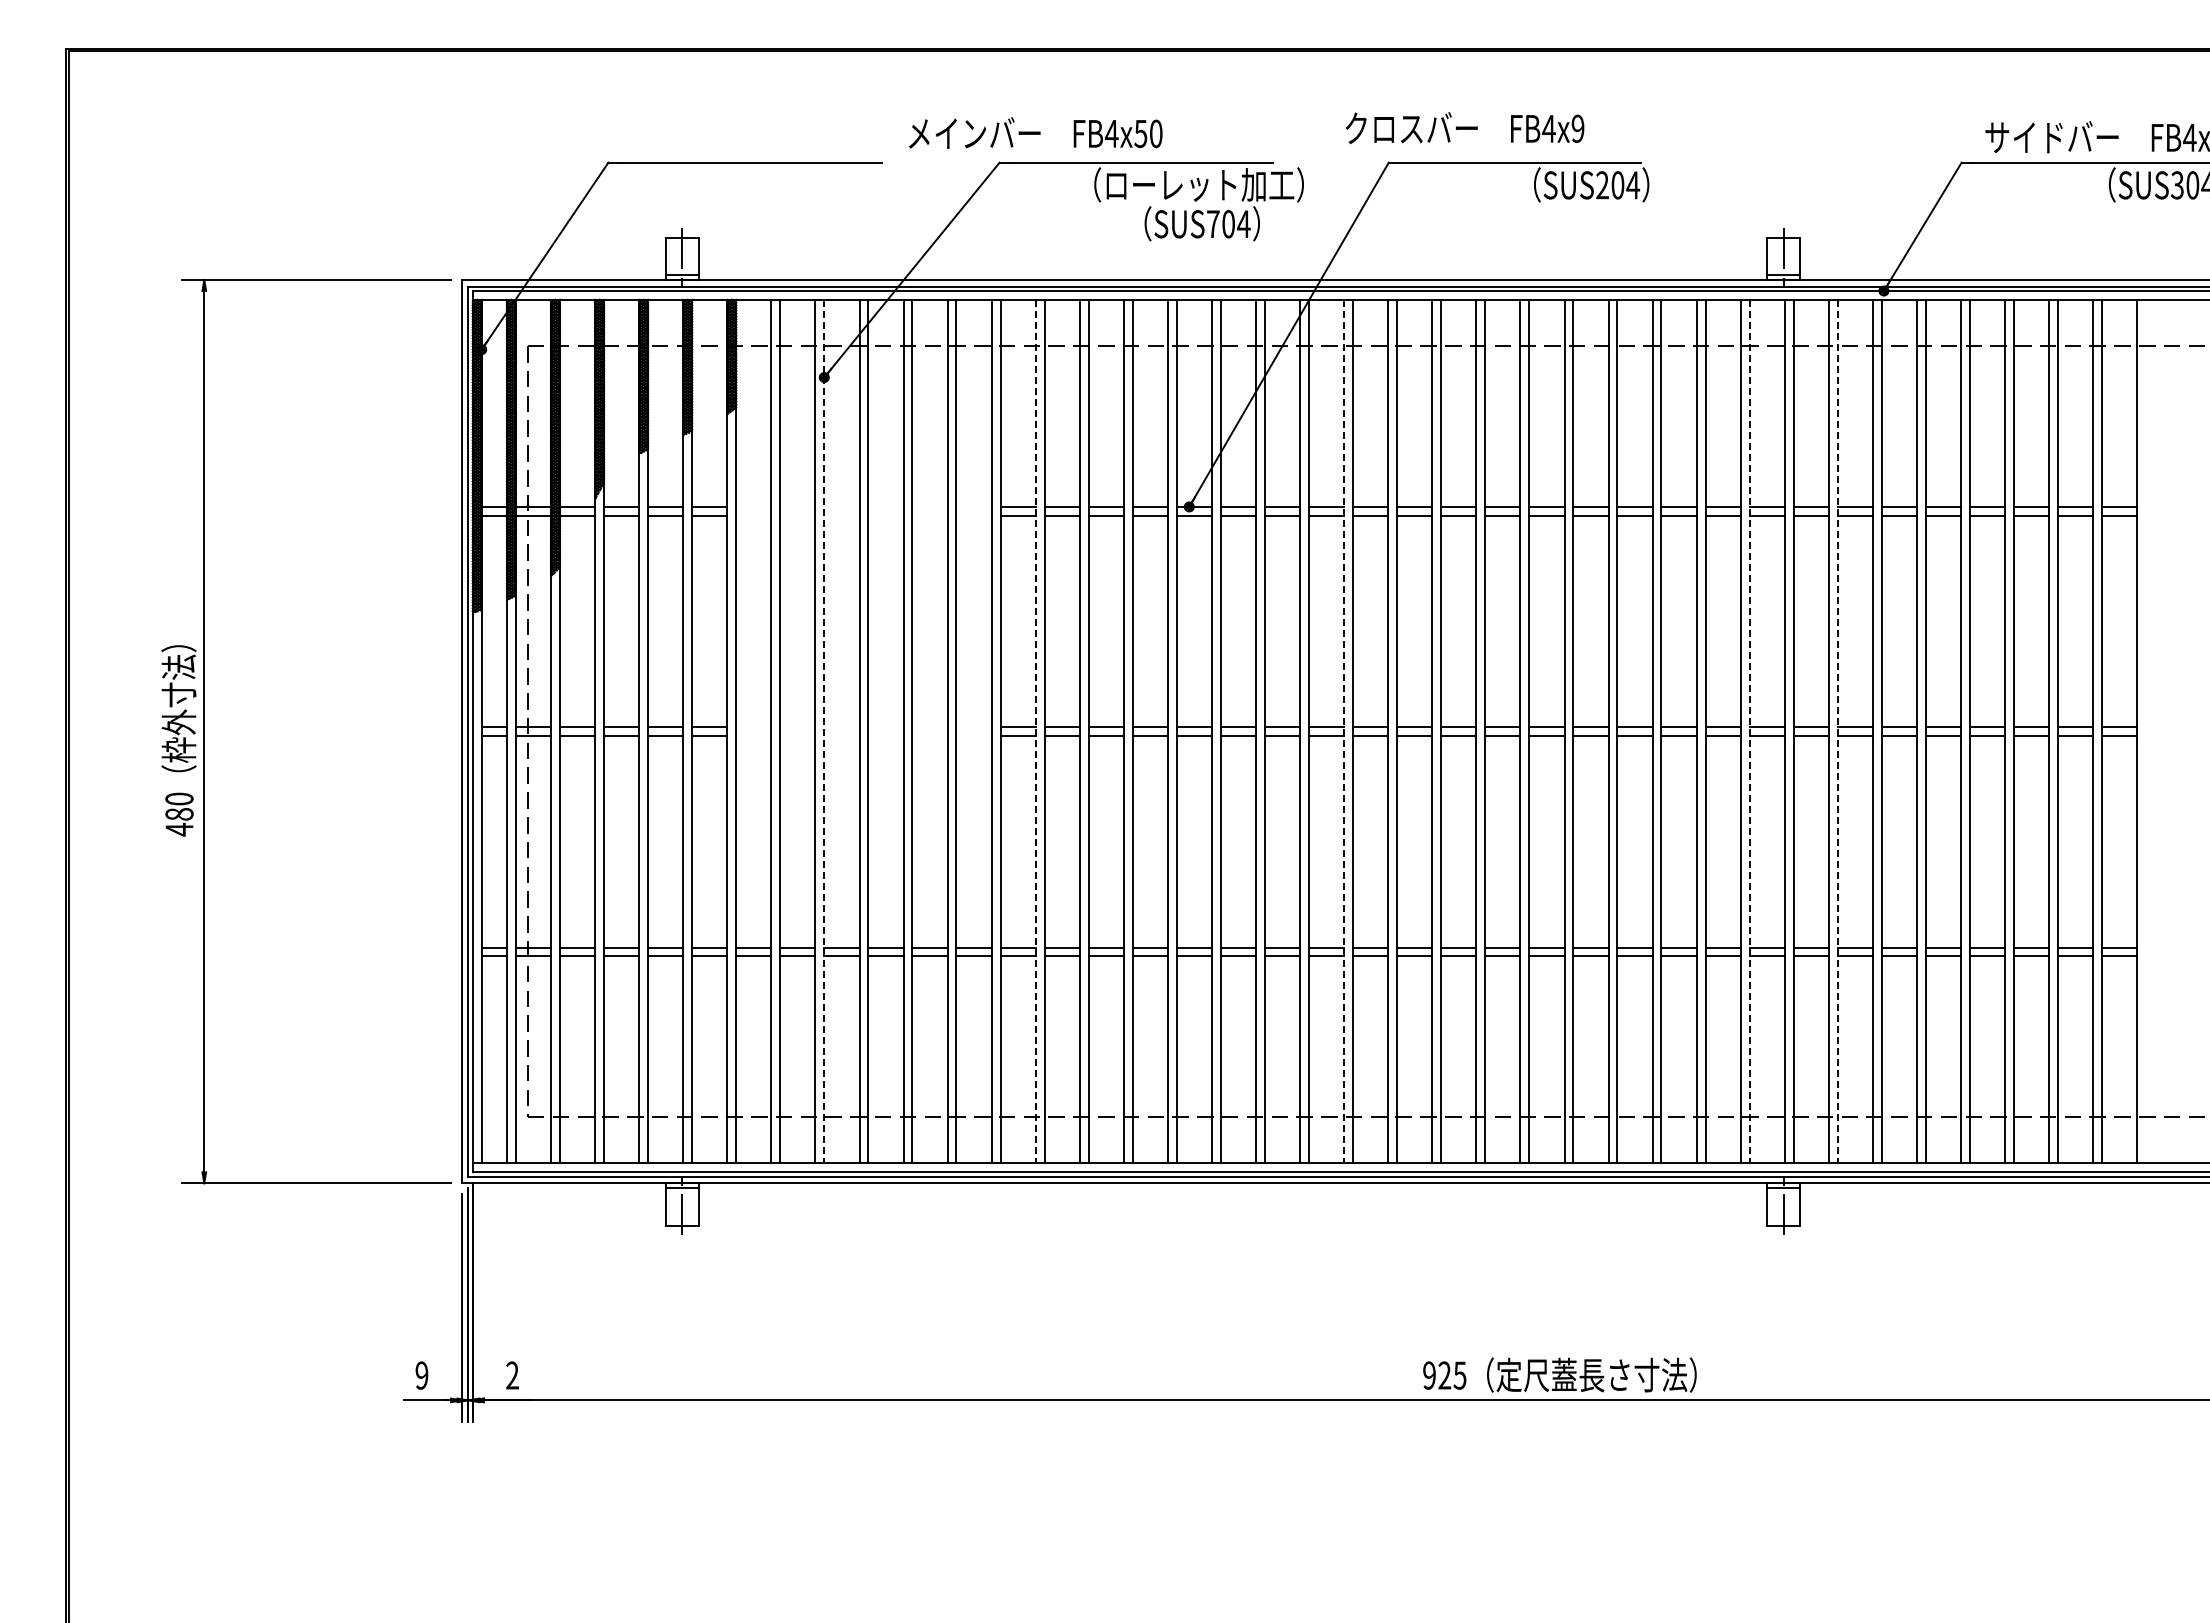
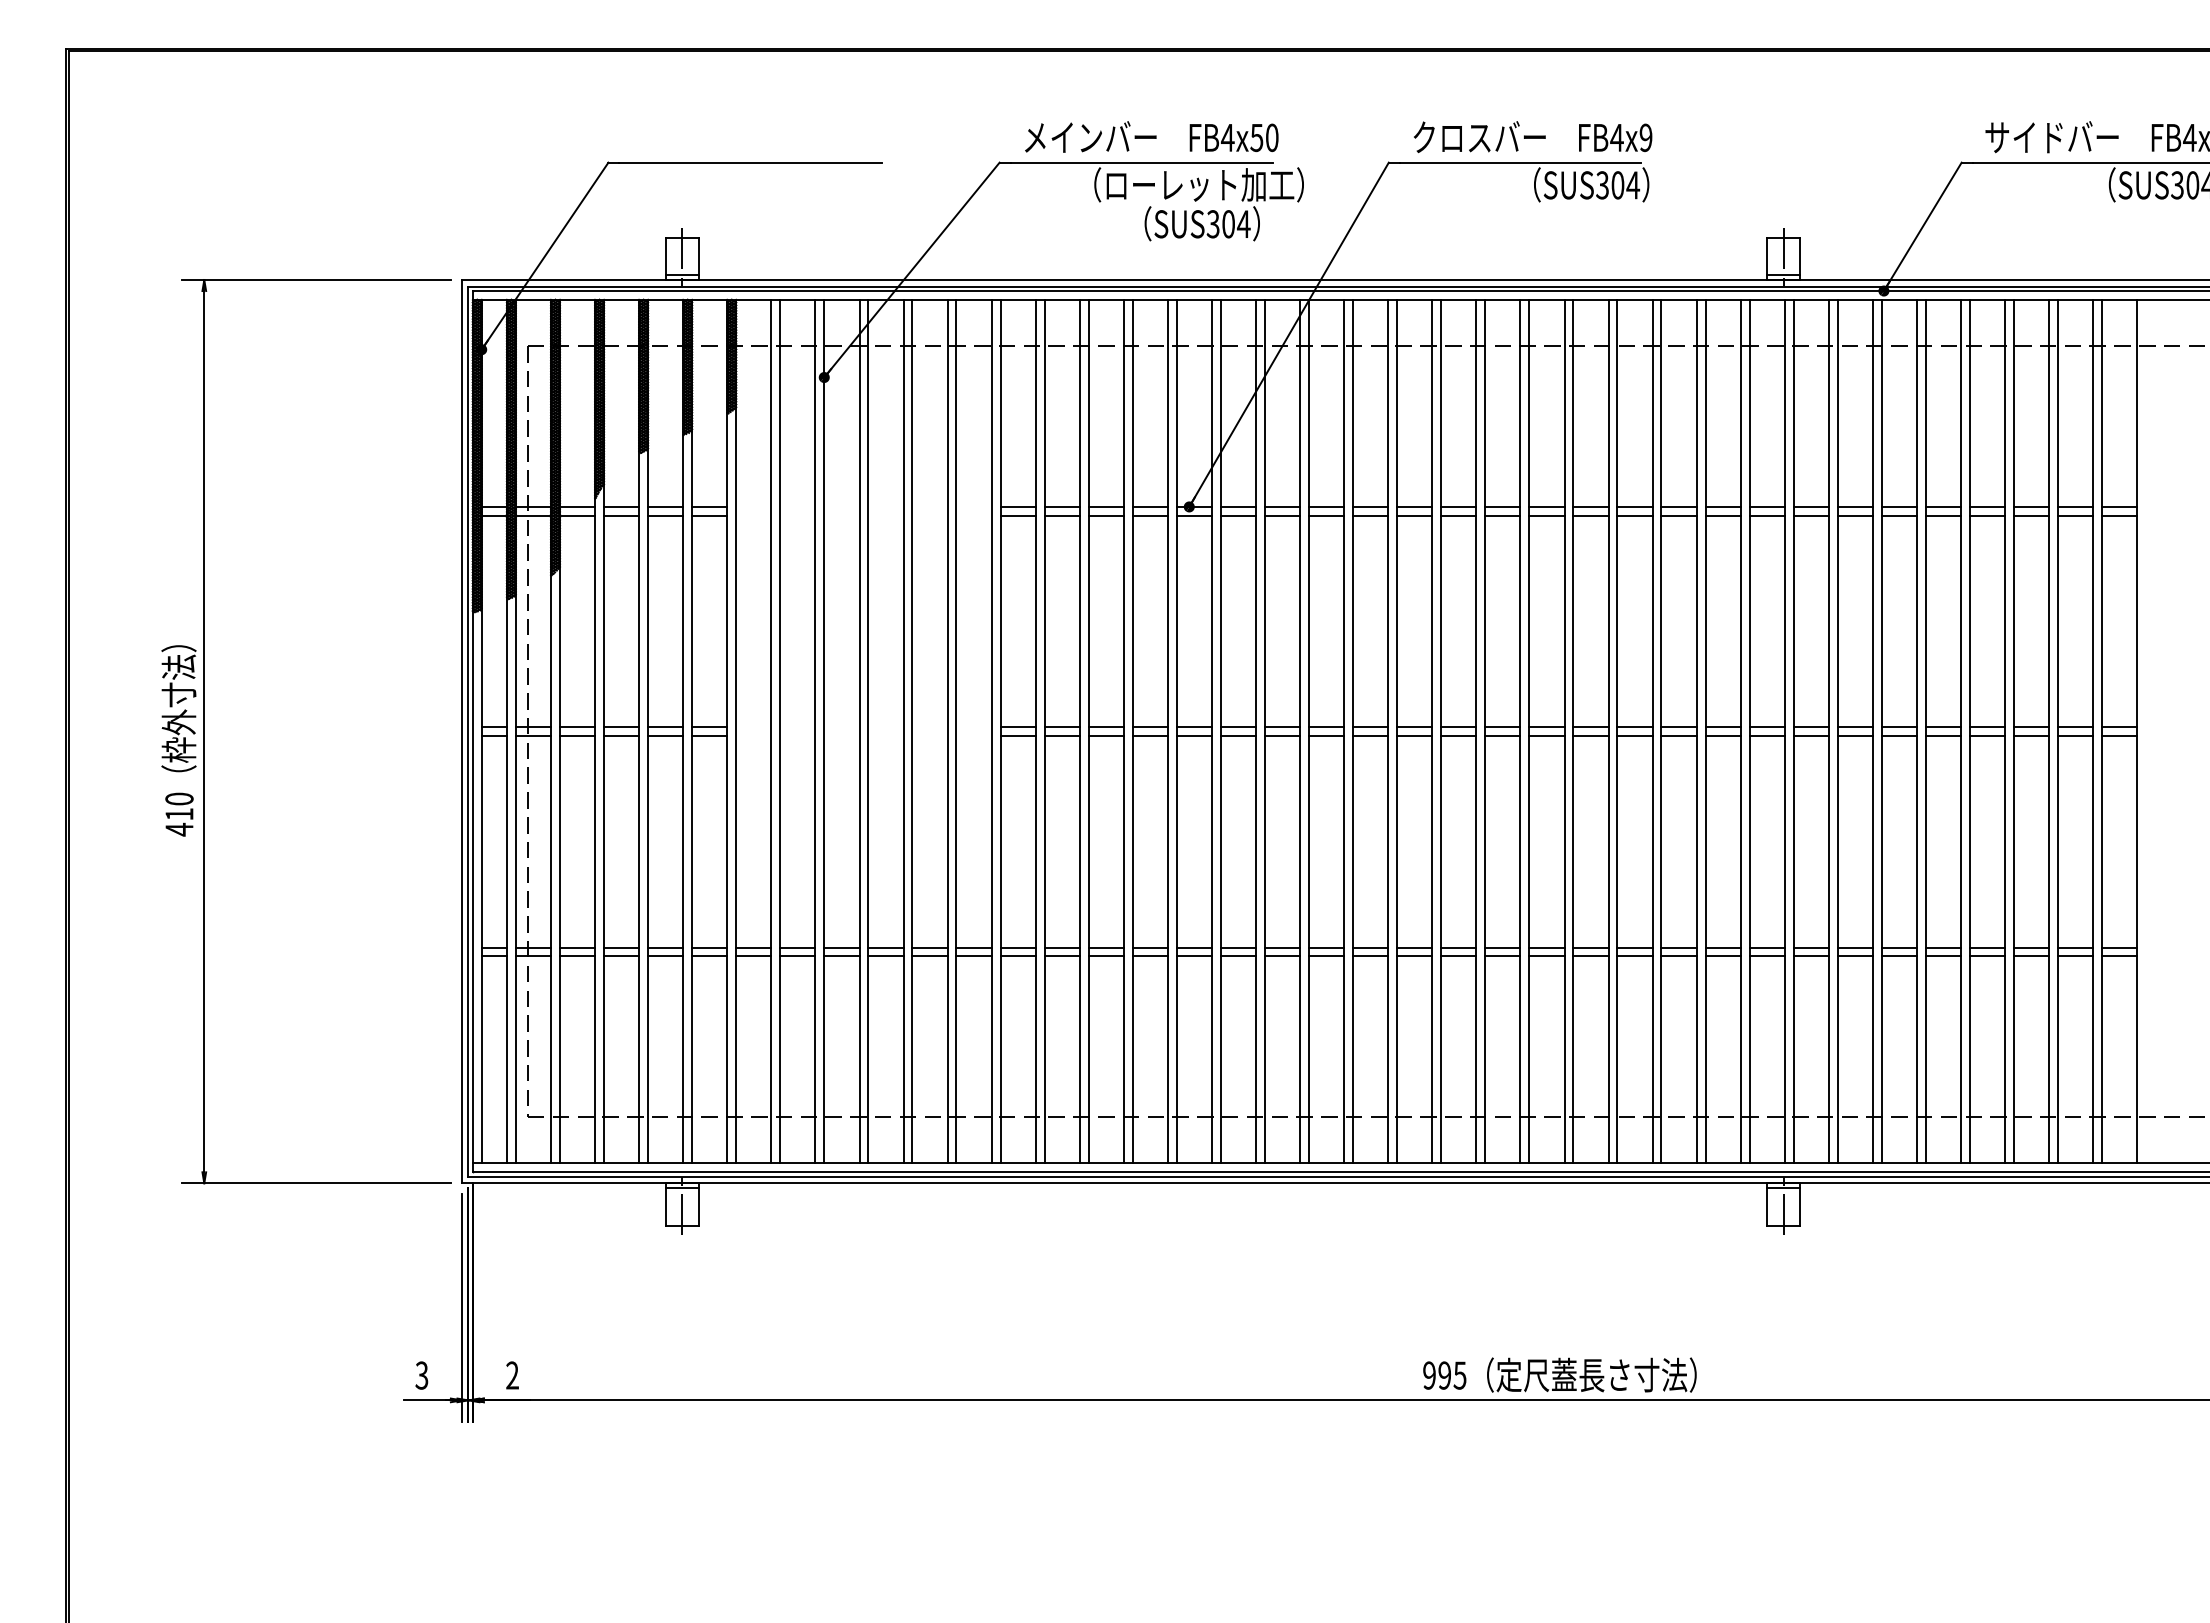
text at (1465, 128) position: (1465, 128) -> (1533, 137)
text at (1035, 132) position: (1035, 132) -> (1151, 136)
text at (1602, 185): SUS204 -> SUS304
text at (1212, 224): SUS704 -> SUS304
line at (824, 731): dashed -> solid
line at (1035, 731): dashed -> solid
line at (1344, 731): dashed -> solid
line at (1749, 731): dashed -> solid
line at (1837, 731): dashed -> solid
text at (179, 814): 480 -> 410
text at (421, 1375): 9 -> 3
text at (1444, 1375): 925 -> 995
